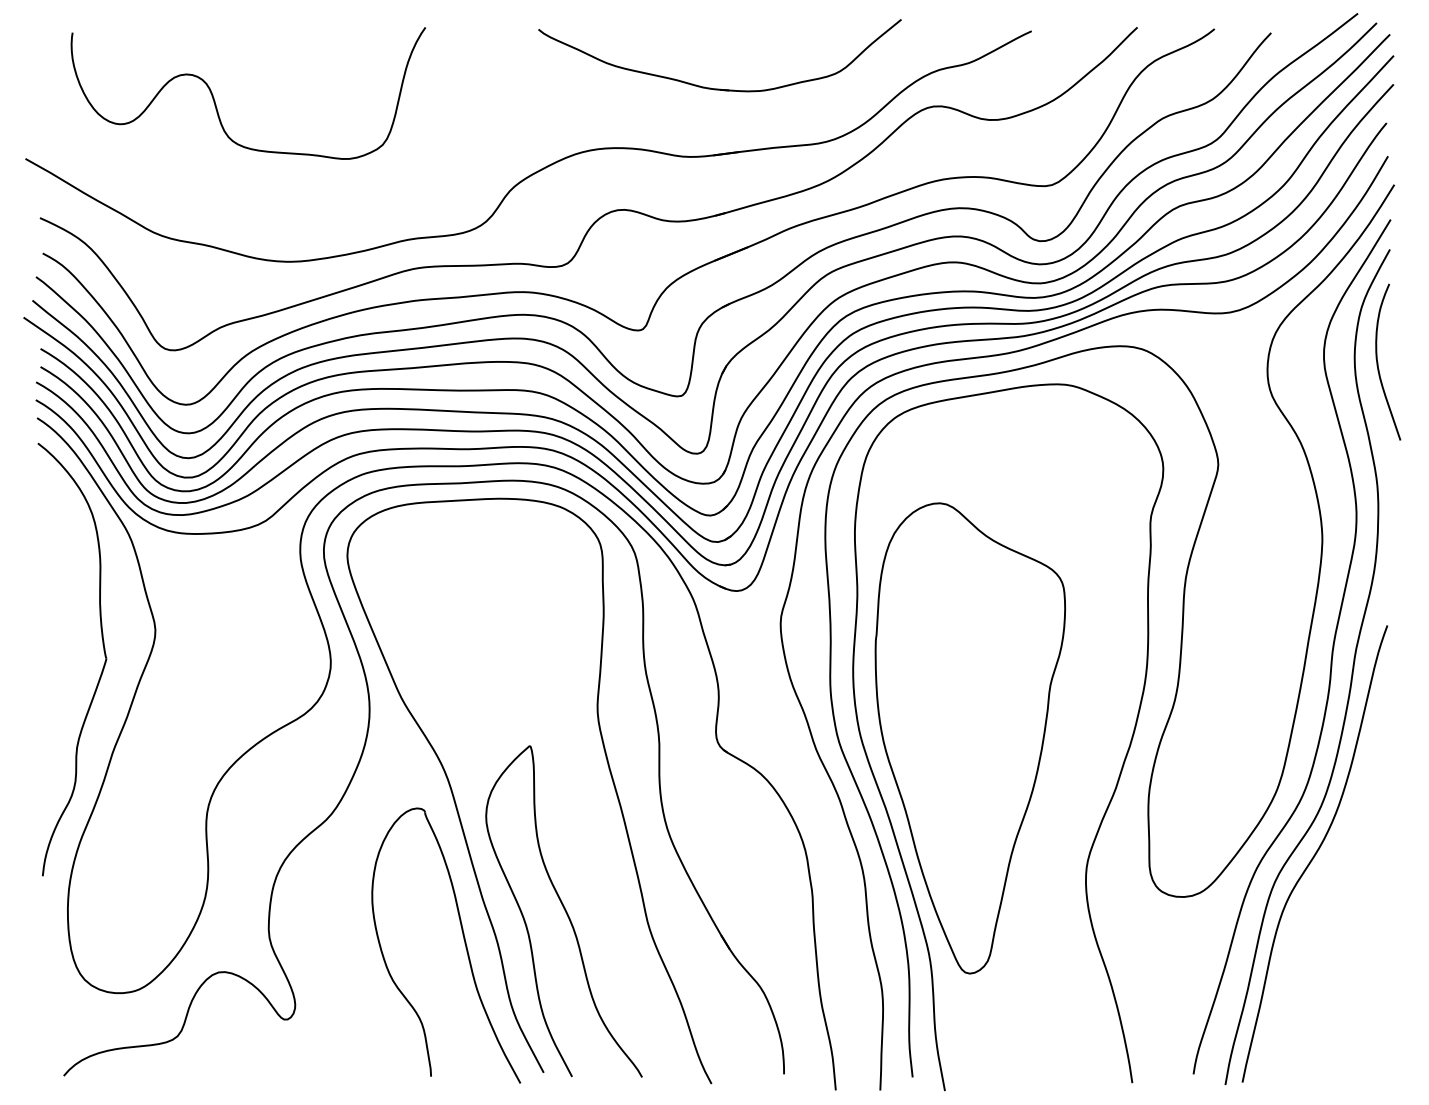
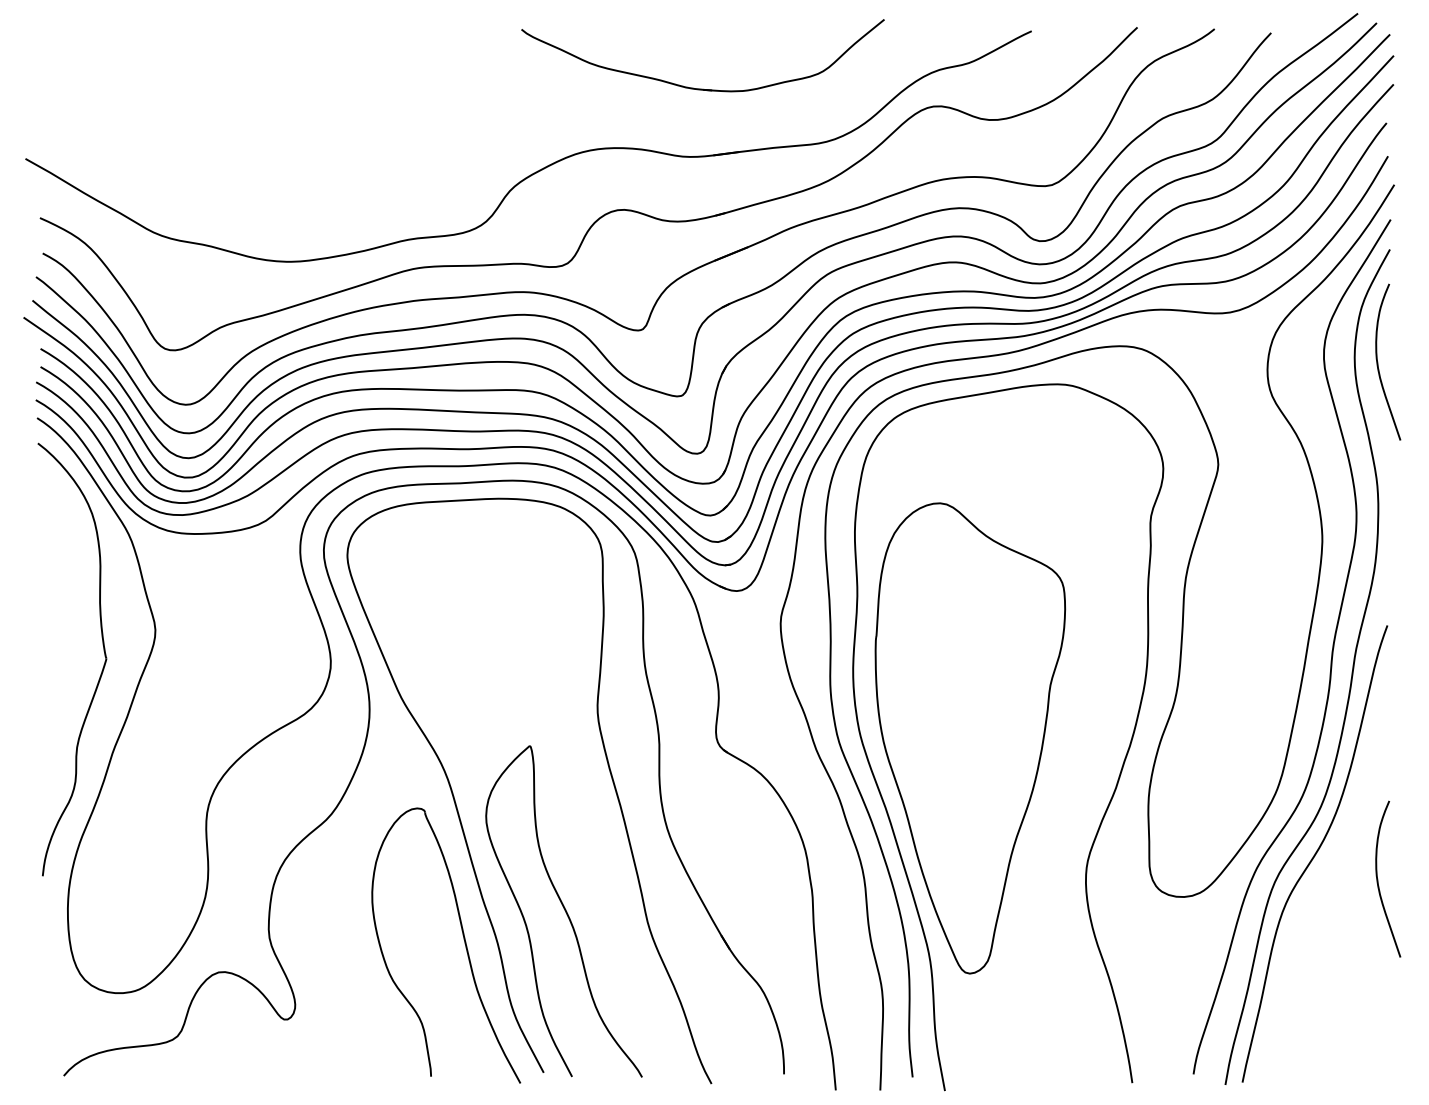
part at (719, 88) position: (719, 88) -> (702, 88)
curve at (215, 100): present -> none
curve at (1378, 879): none -> present
